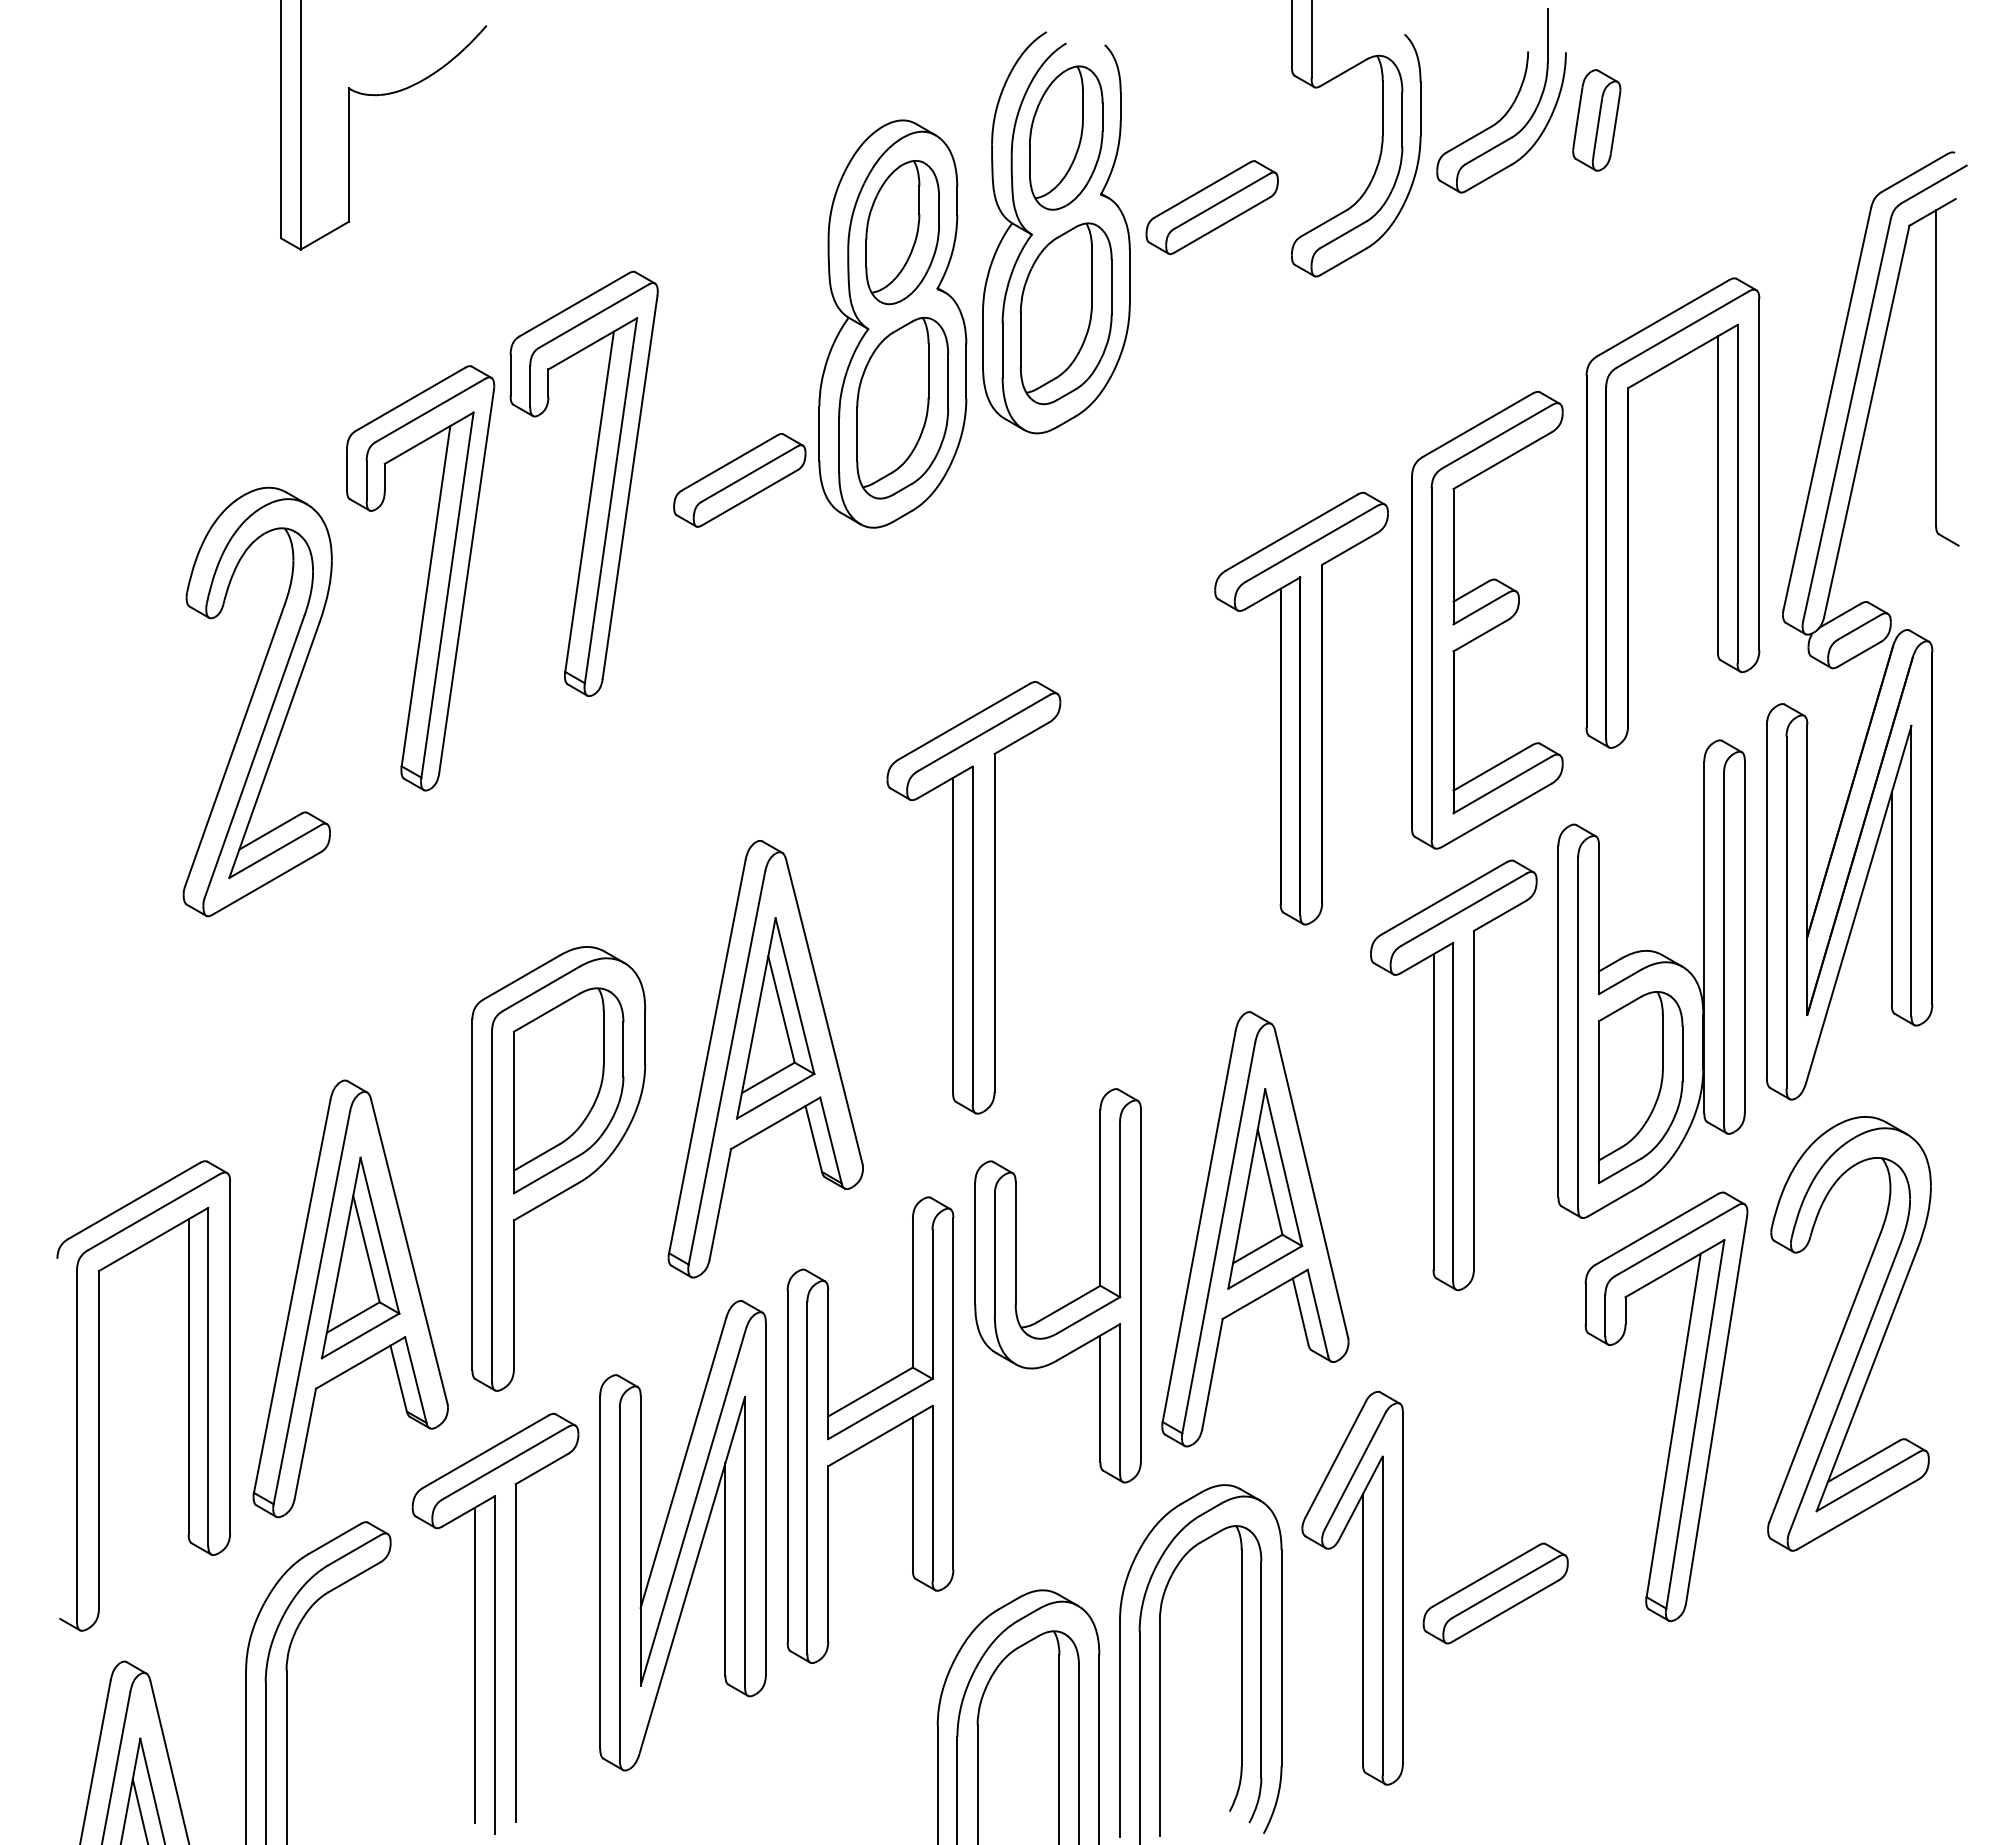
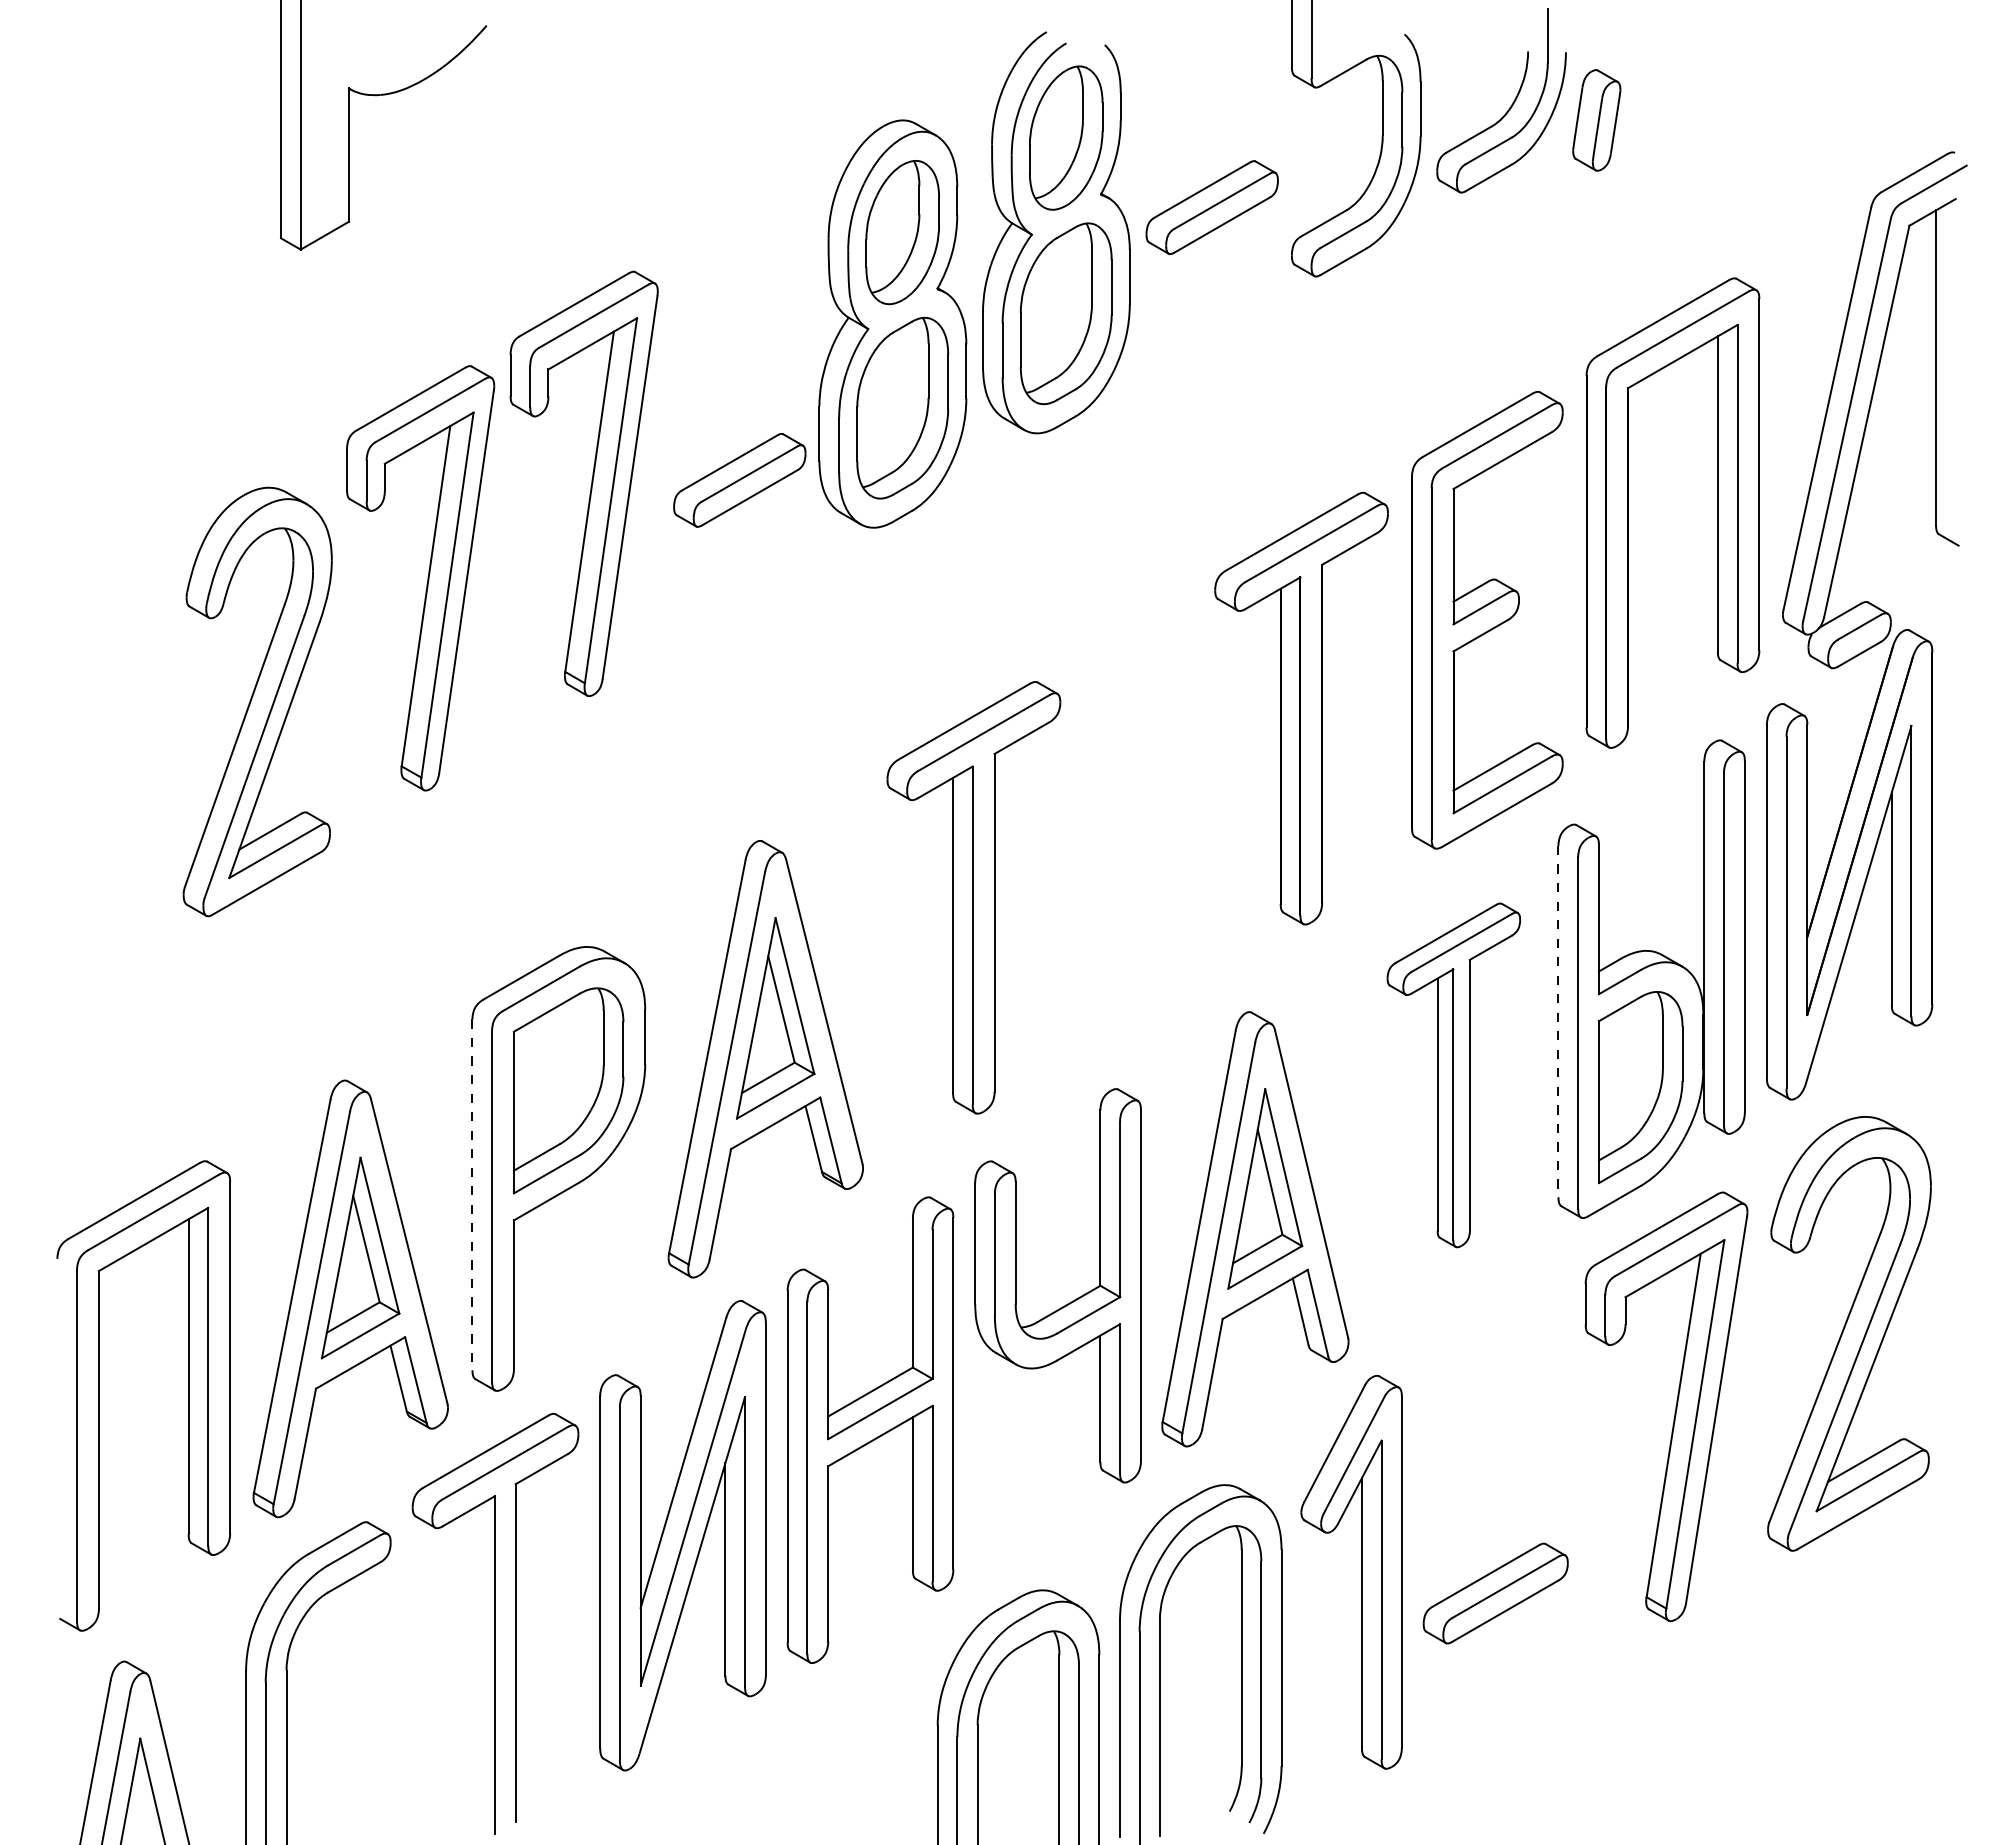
line at (1558, 1021): solid -> dashed
part at (1453, 1075) size: 168x433 px -> 136x347 px
line at (472, 1195): solid -> dashed
part at (1362, 1587) position: (1362, 1587) -> (1361, 1571)
line at (475, 1664): present -> none
line at (139, 1810): present -> none
